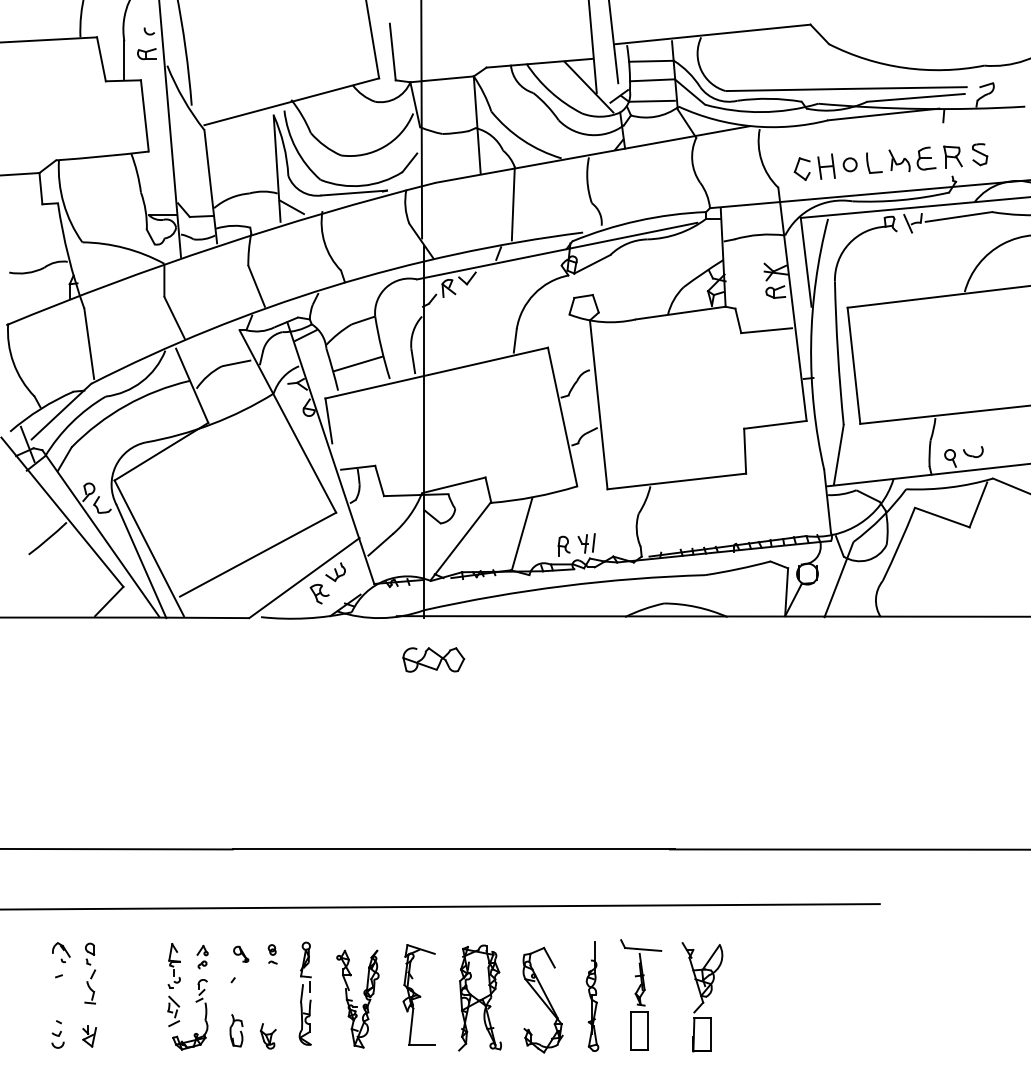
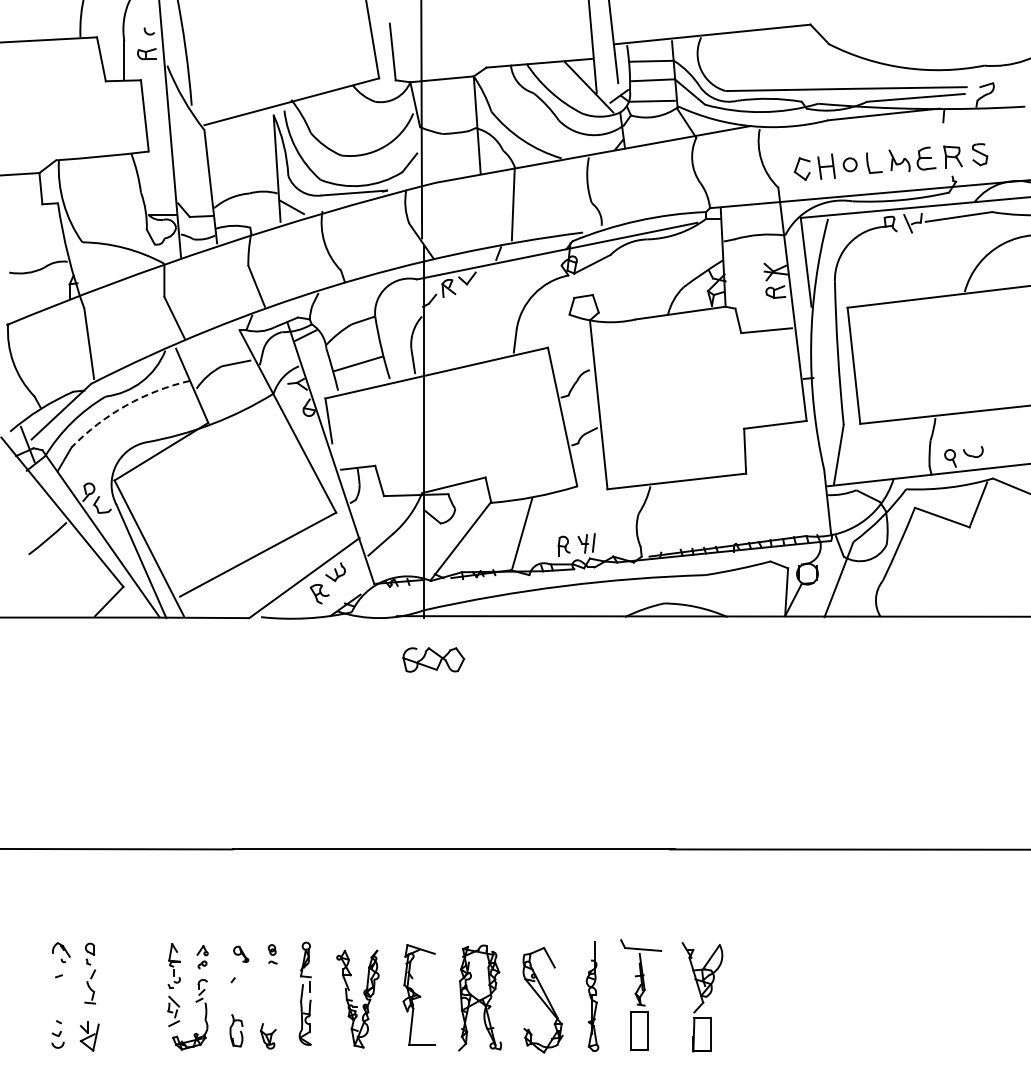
arc at (125, 405): solid -> dashed
line at (440, 906): present -> none
part at (89, 1036) size: 15x23 px -> 21x31 px
